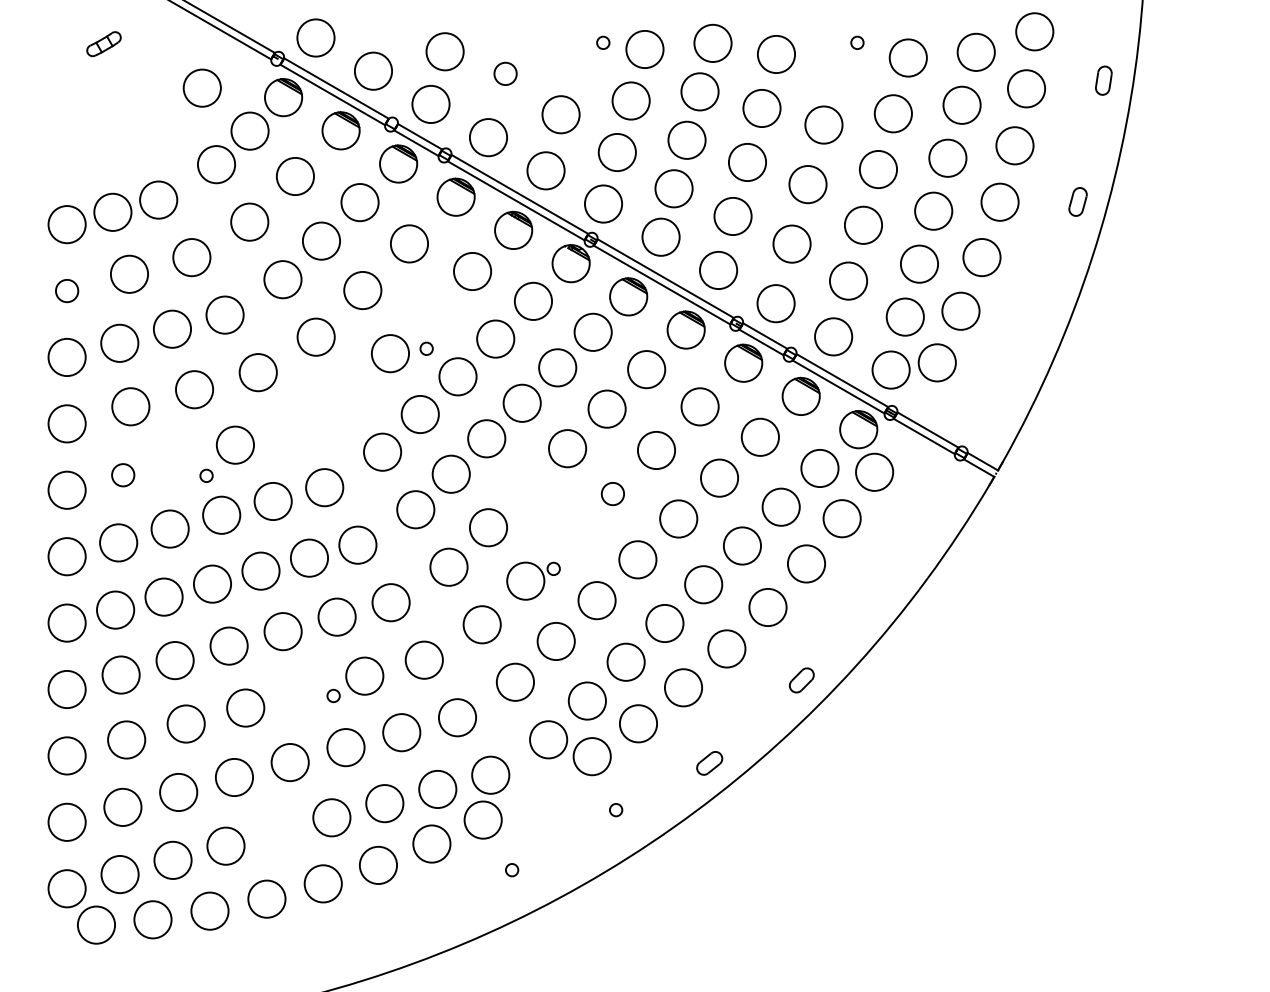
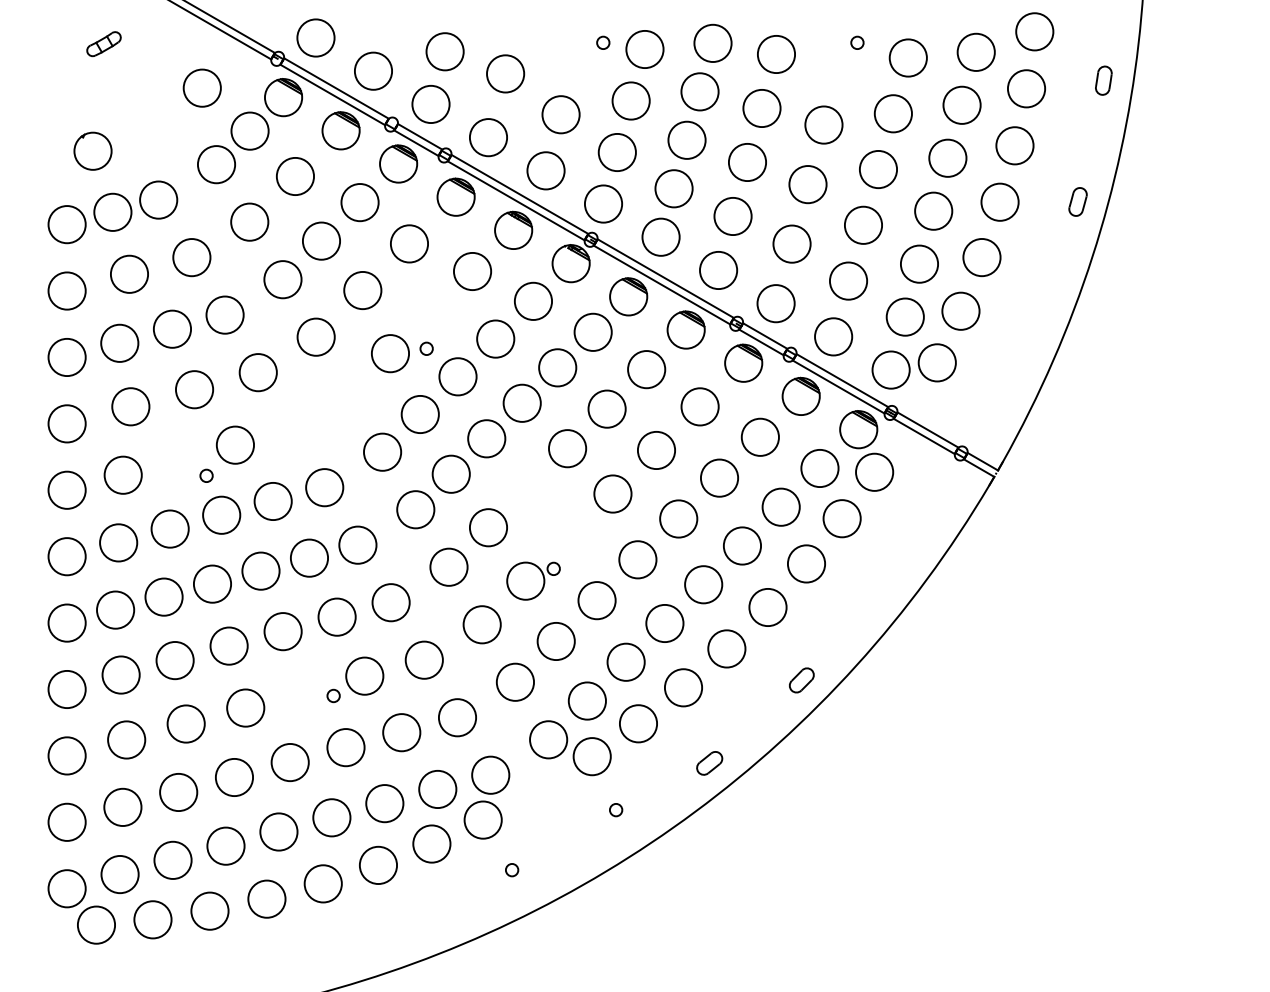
circle at (505, 73) diameter: 22 px -> 37 px
circle at (92, 150): none -> present
circle at (66, 290) diameter: 22 px -> 37 px
circle at (123, 475) diameter: 22 px -> 37 px
circle at (612, 493) diameter: 22 px -> 37 px
circle at (278, 831): none -> present
